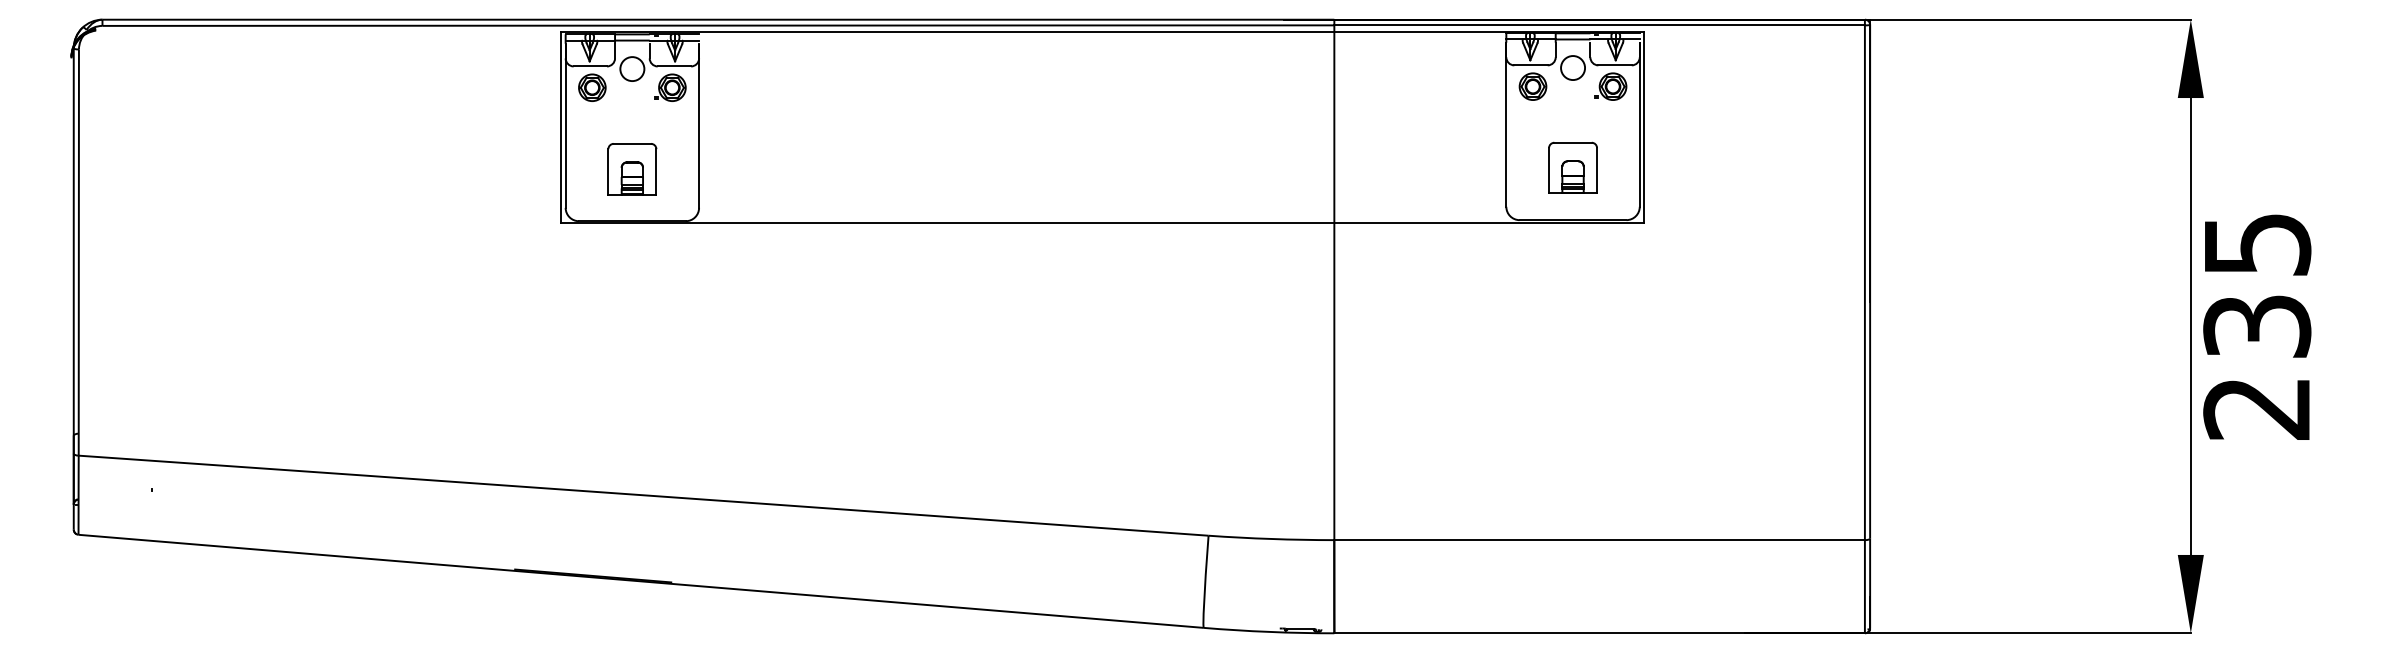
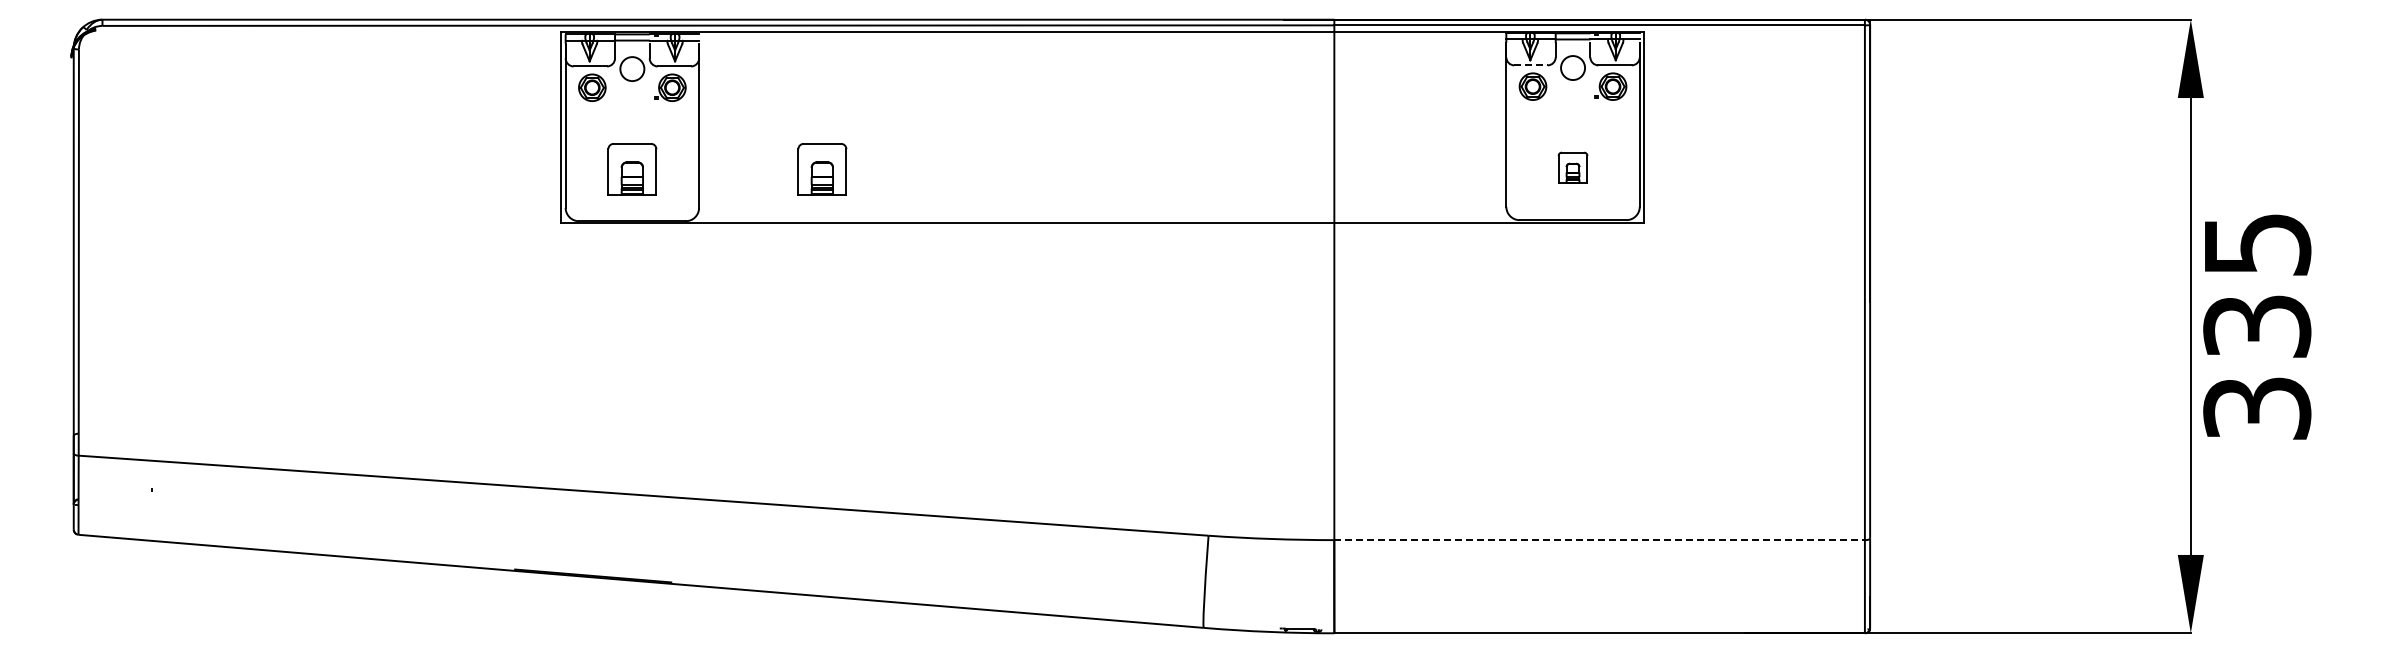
line at (1531, 65): solid -> dashed
part at (1572, 167) size: 50x53 px -> 32x33 px
part at (822, 169): none -> present
text at (2257, 408): 235 -> 335
line at (1600, 540): solid -> dashed
